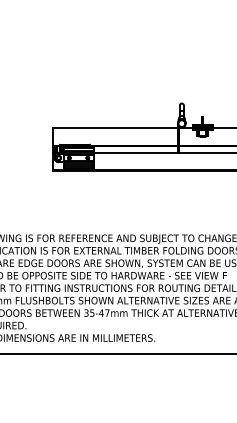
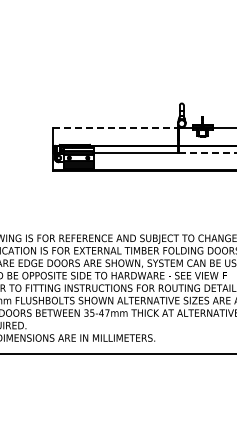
line at (116, 128): solid -> dashed
line at (208, 153): solid -> dashed
